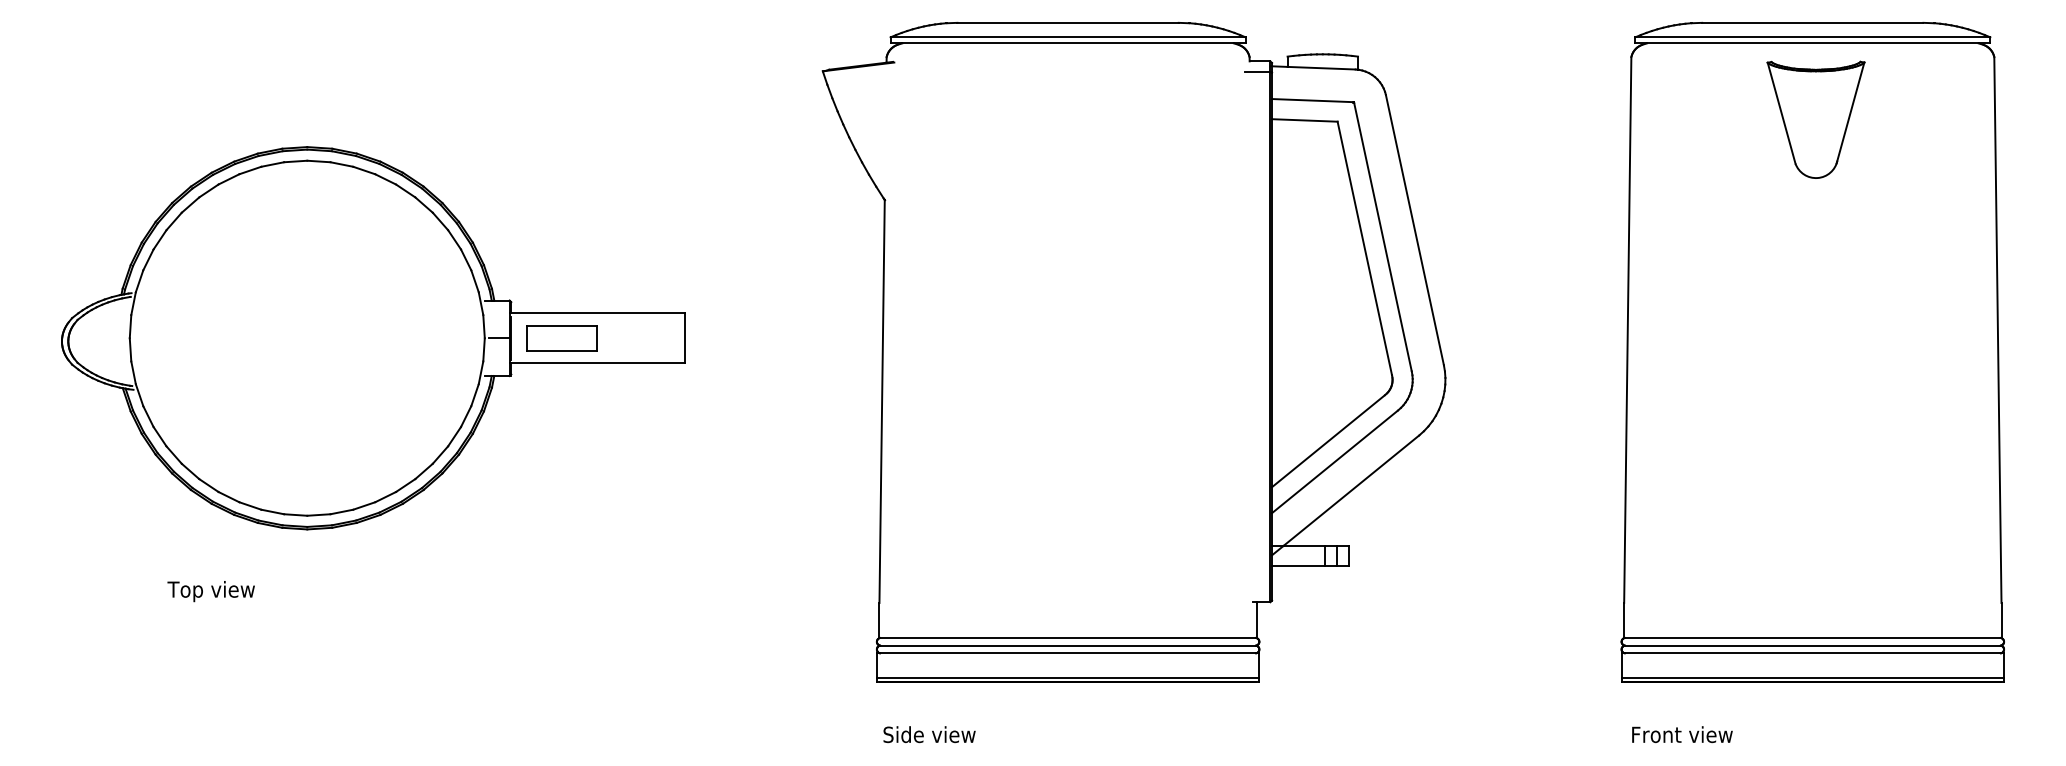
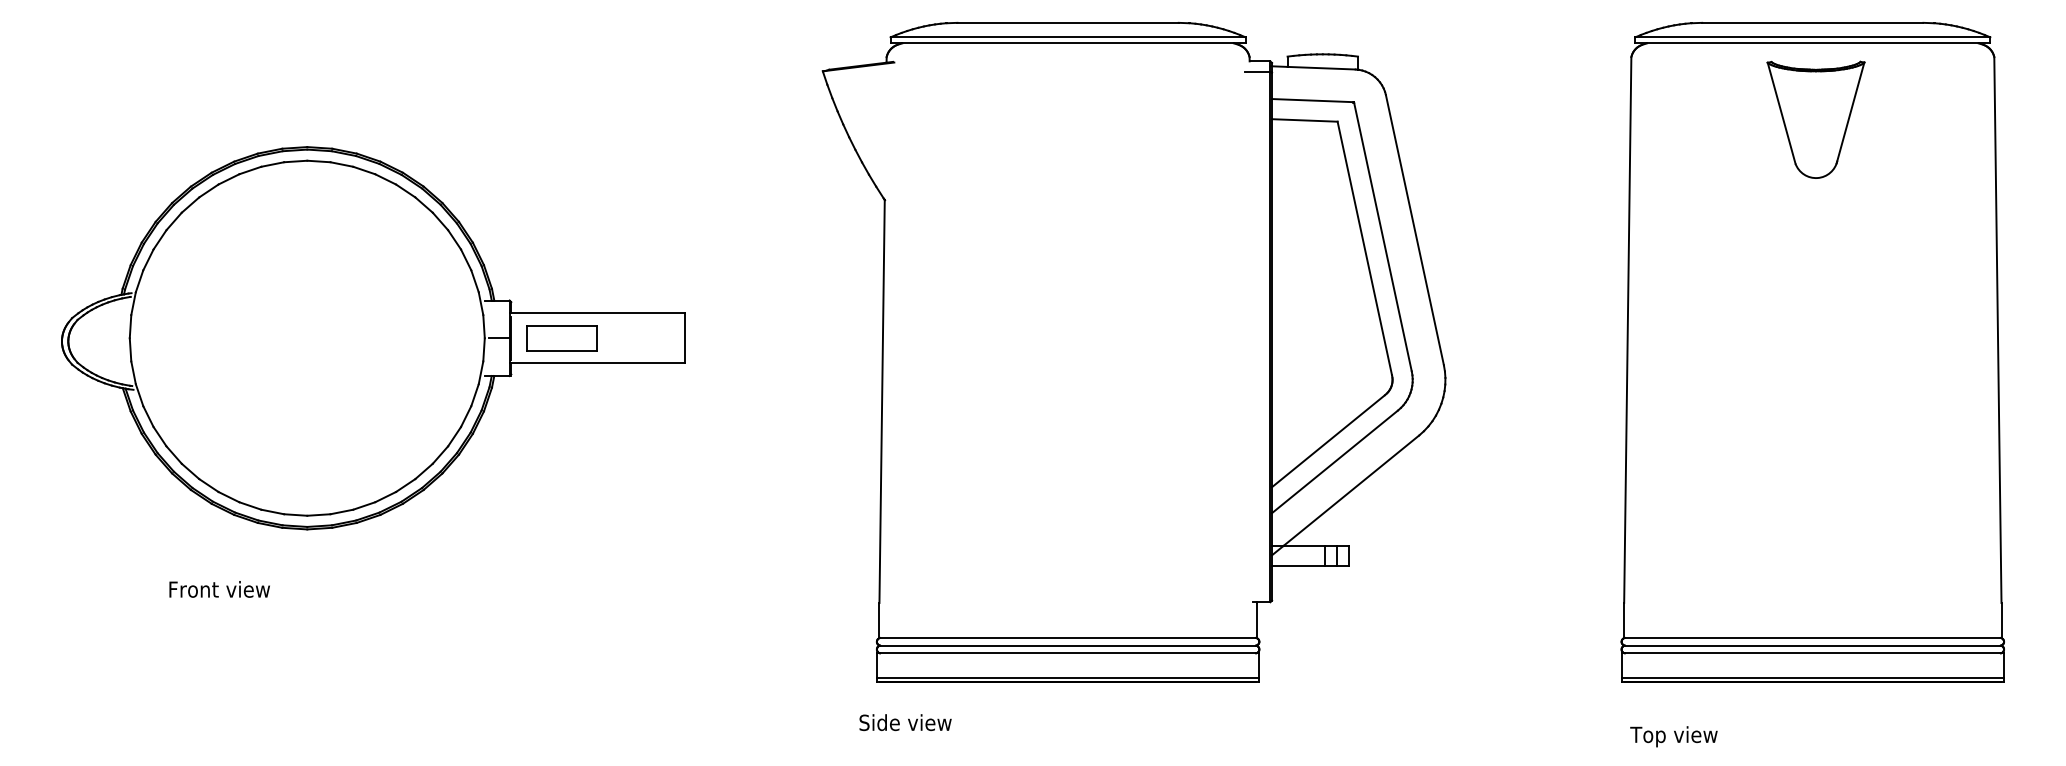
text at (218, 591): Top view -> Front view
text at (929, 734) position: (929, 734) -> (905, 722)
text at (1681, 736): Front view -> Top view
